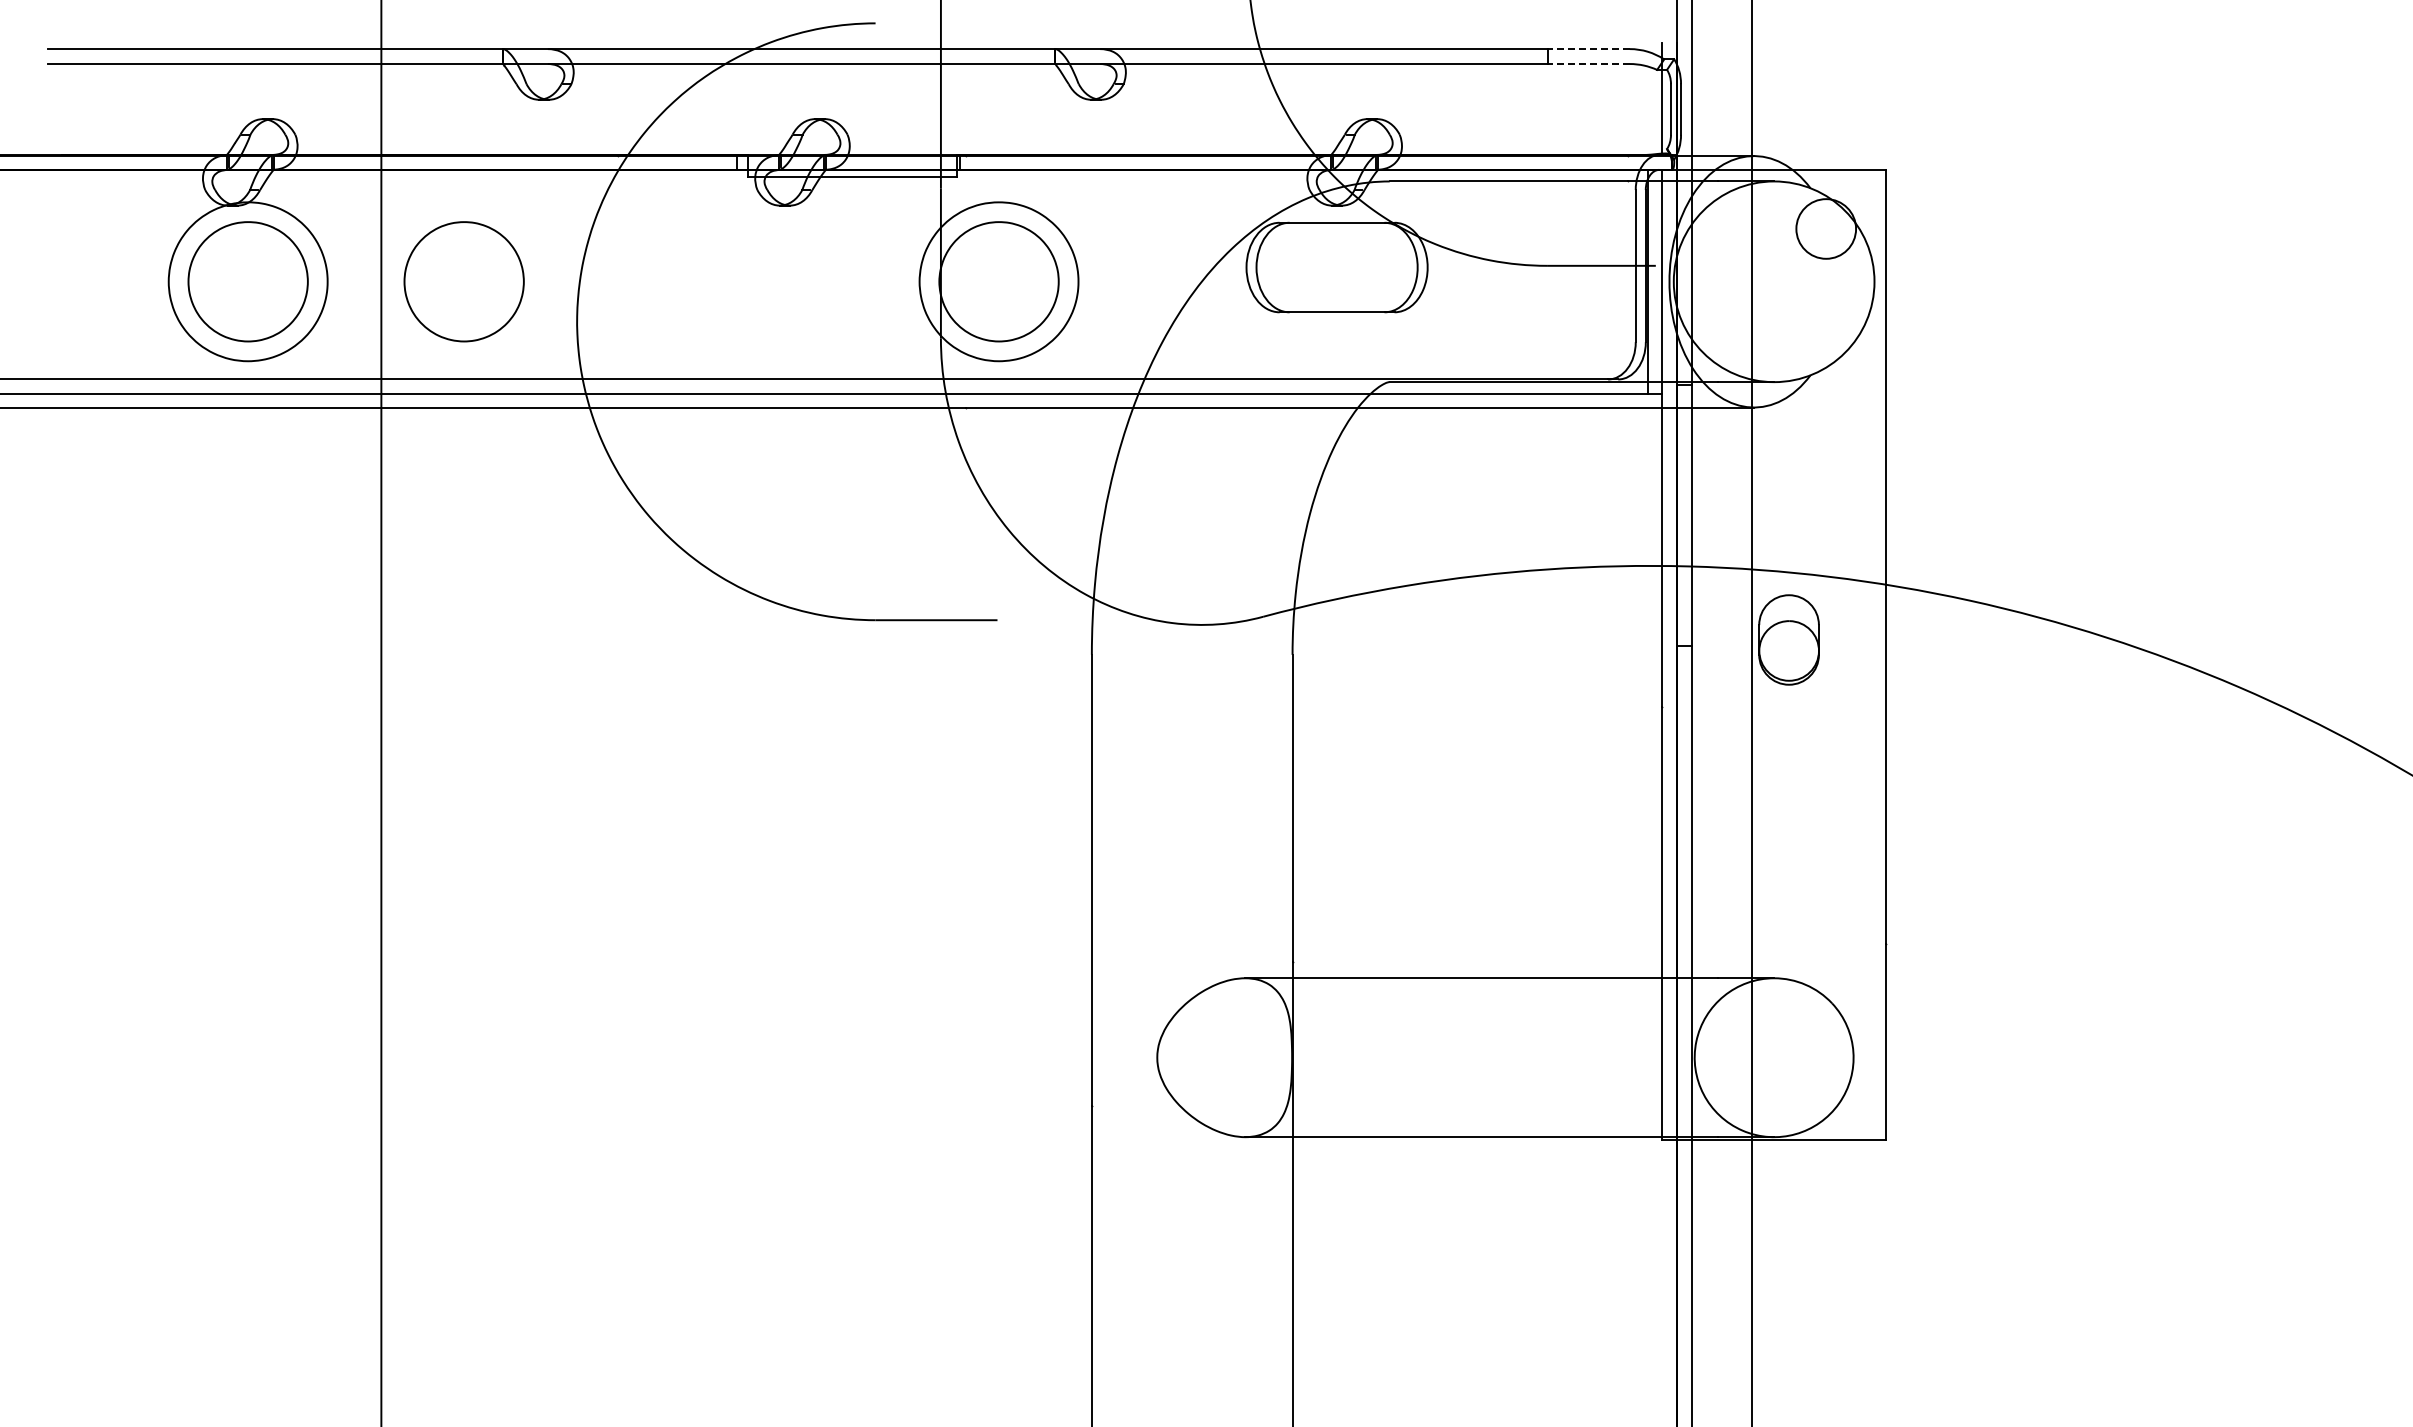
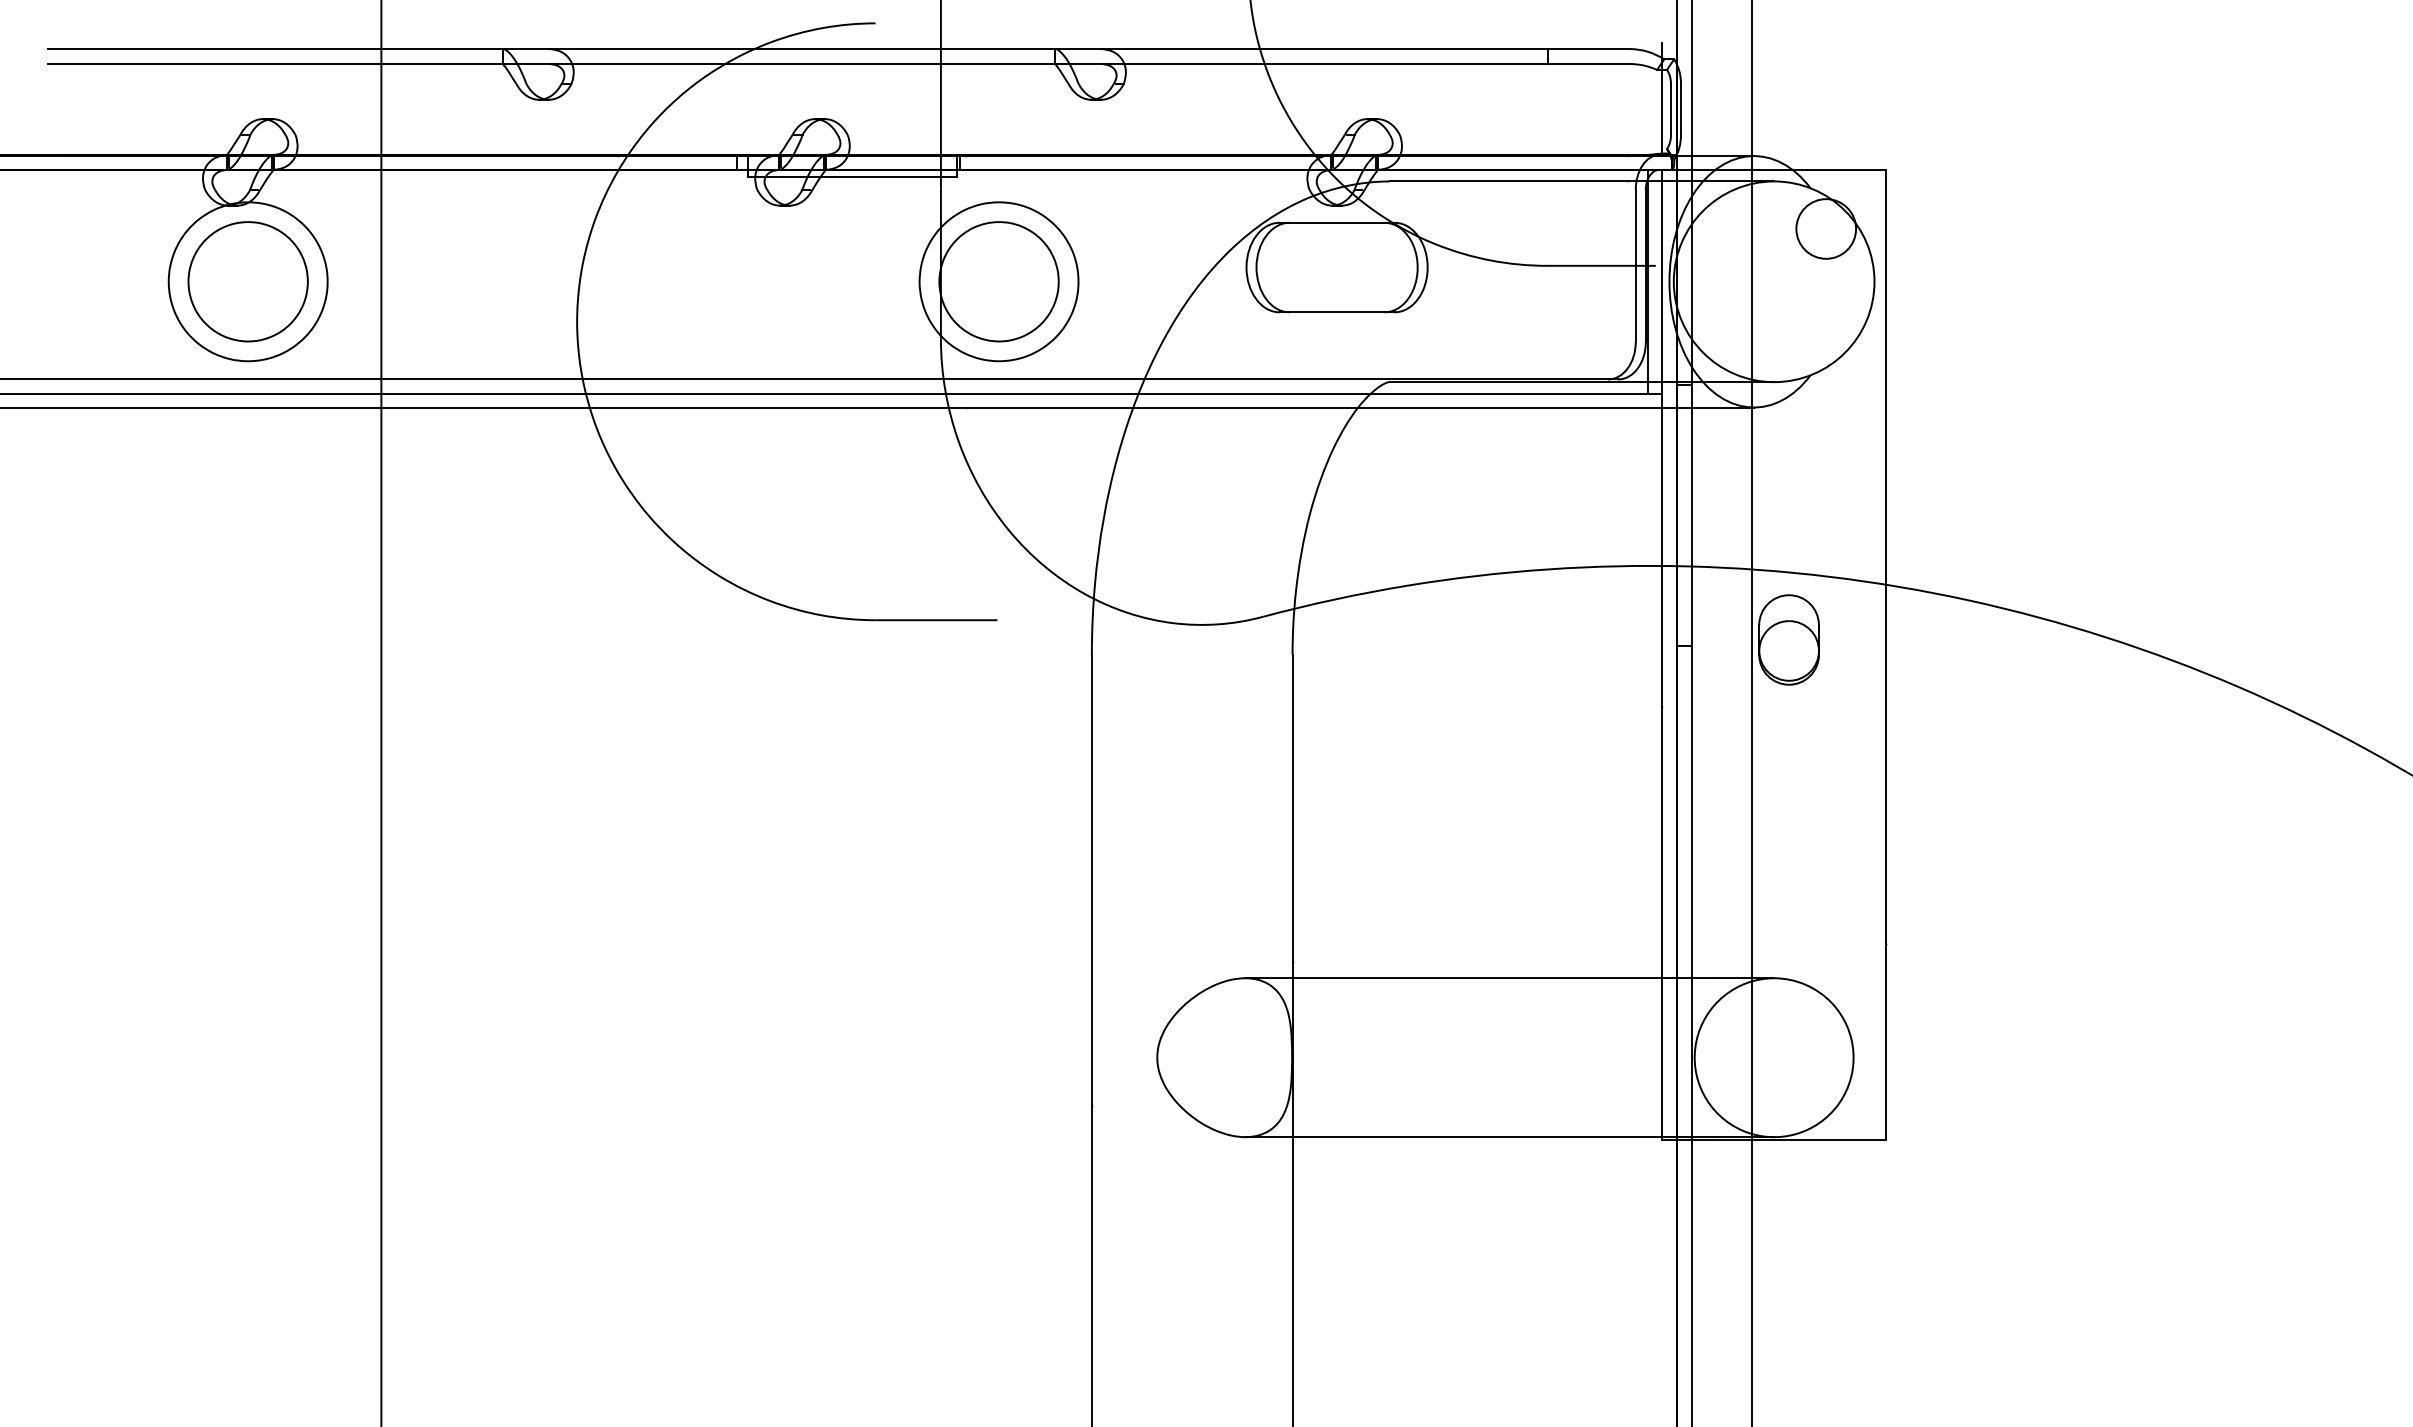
line at (1588, 49): dashed -> solid
line at (1588, 64): dashed -> solid
part at (463, 281): present -> none
